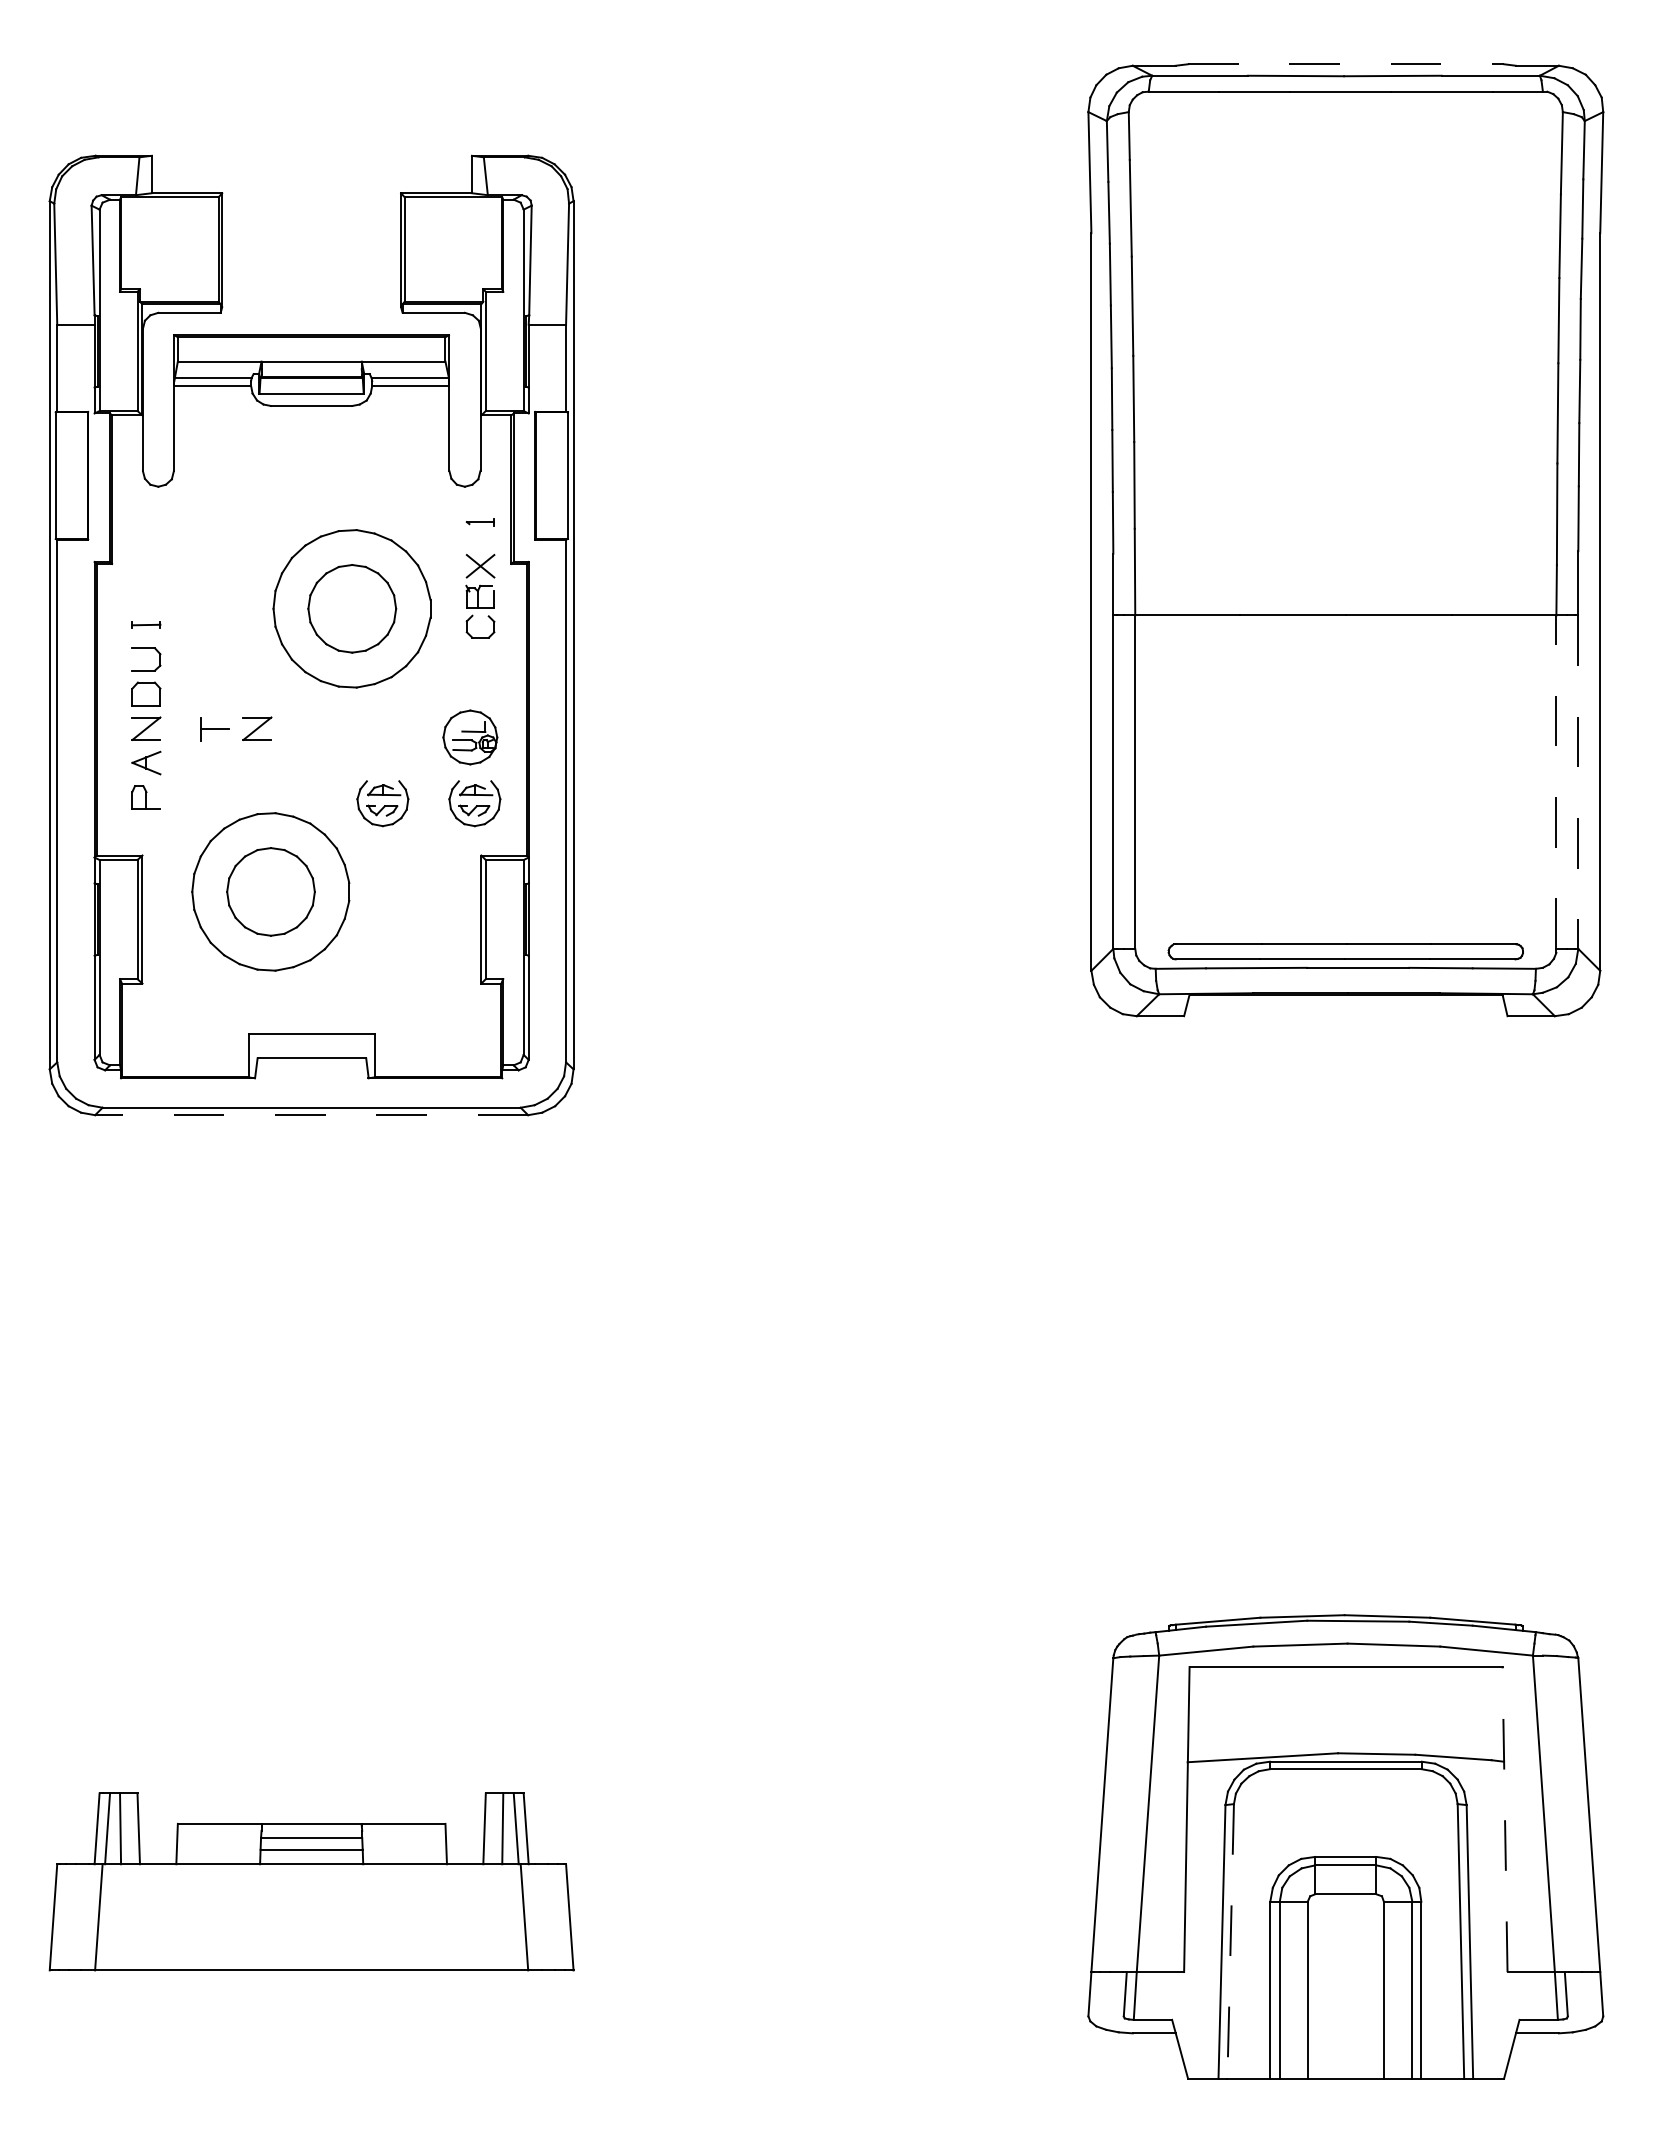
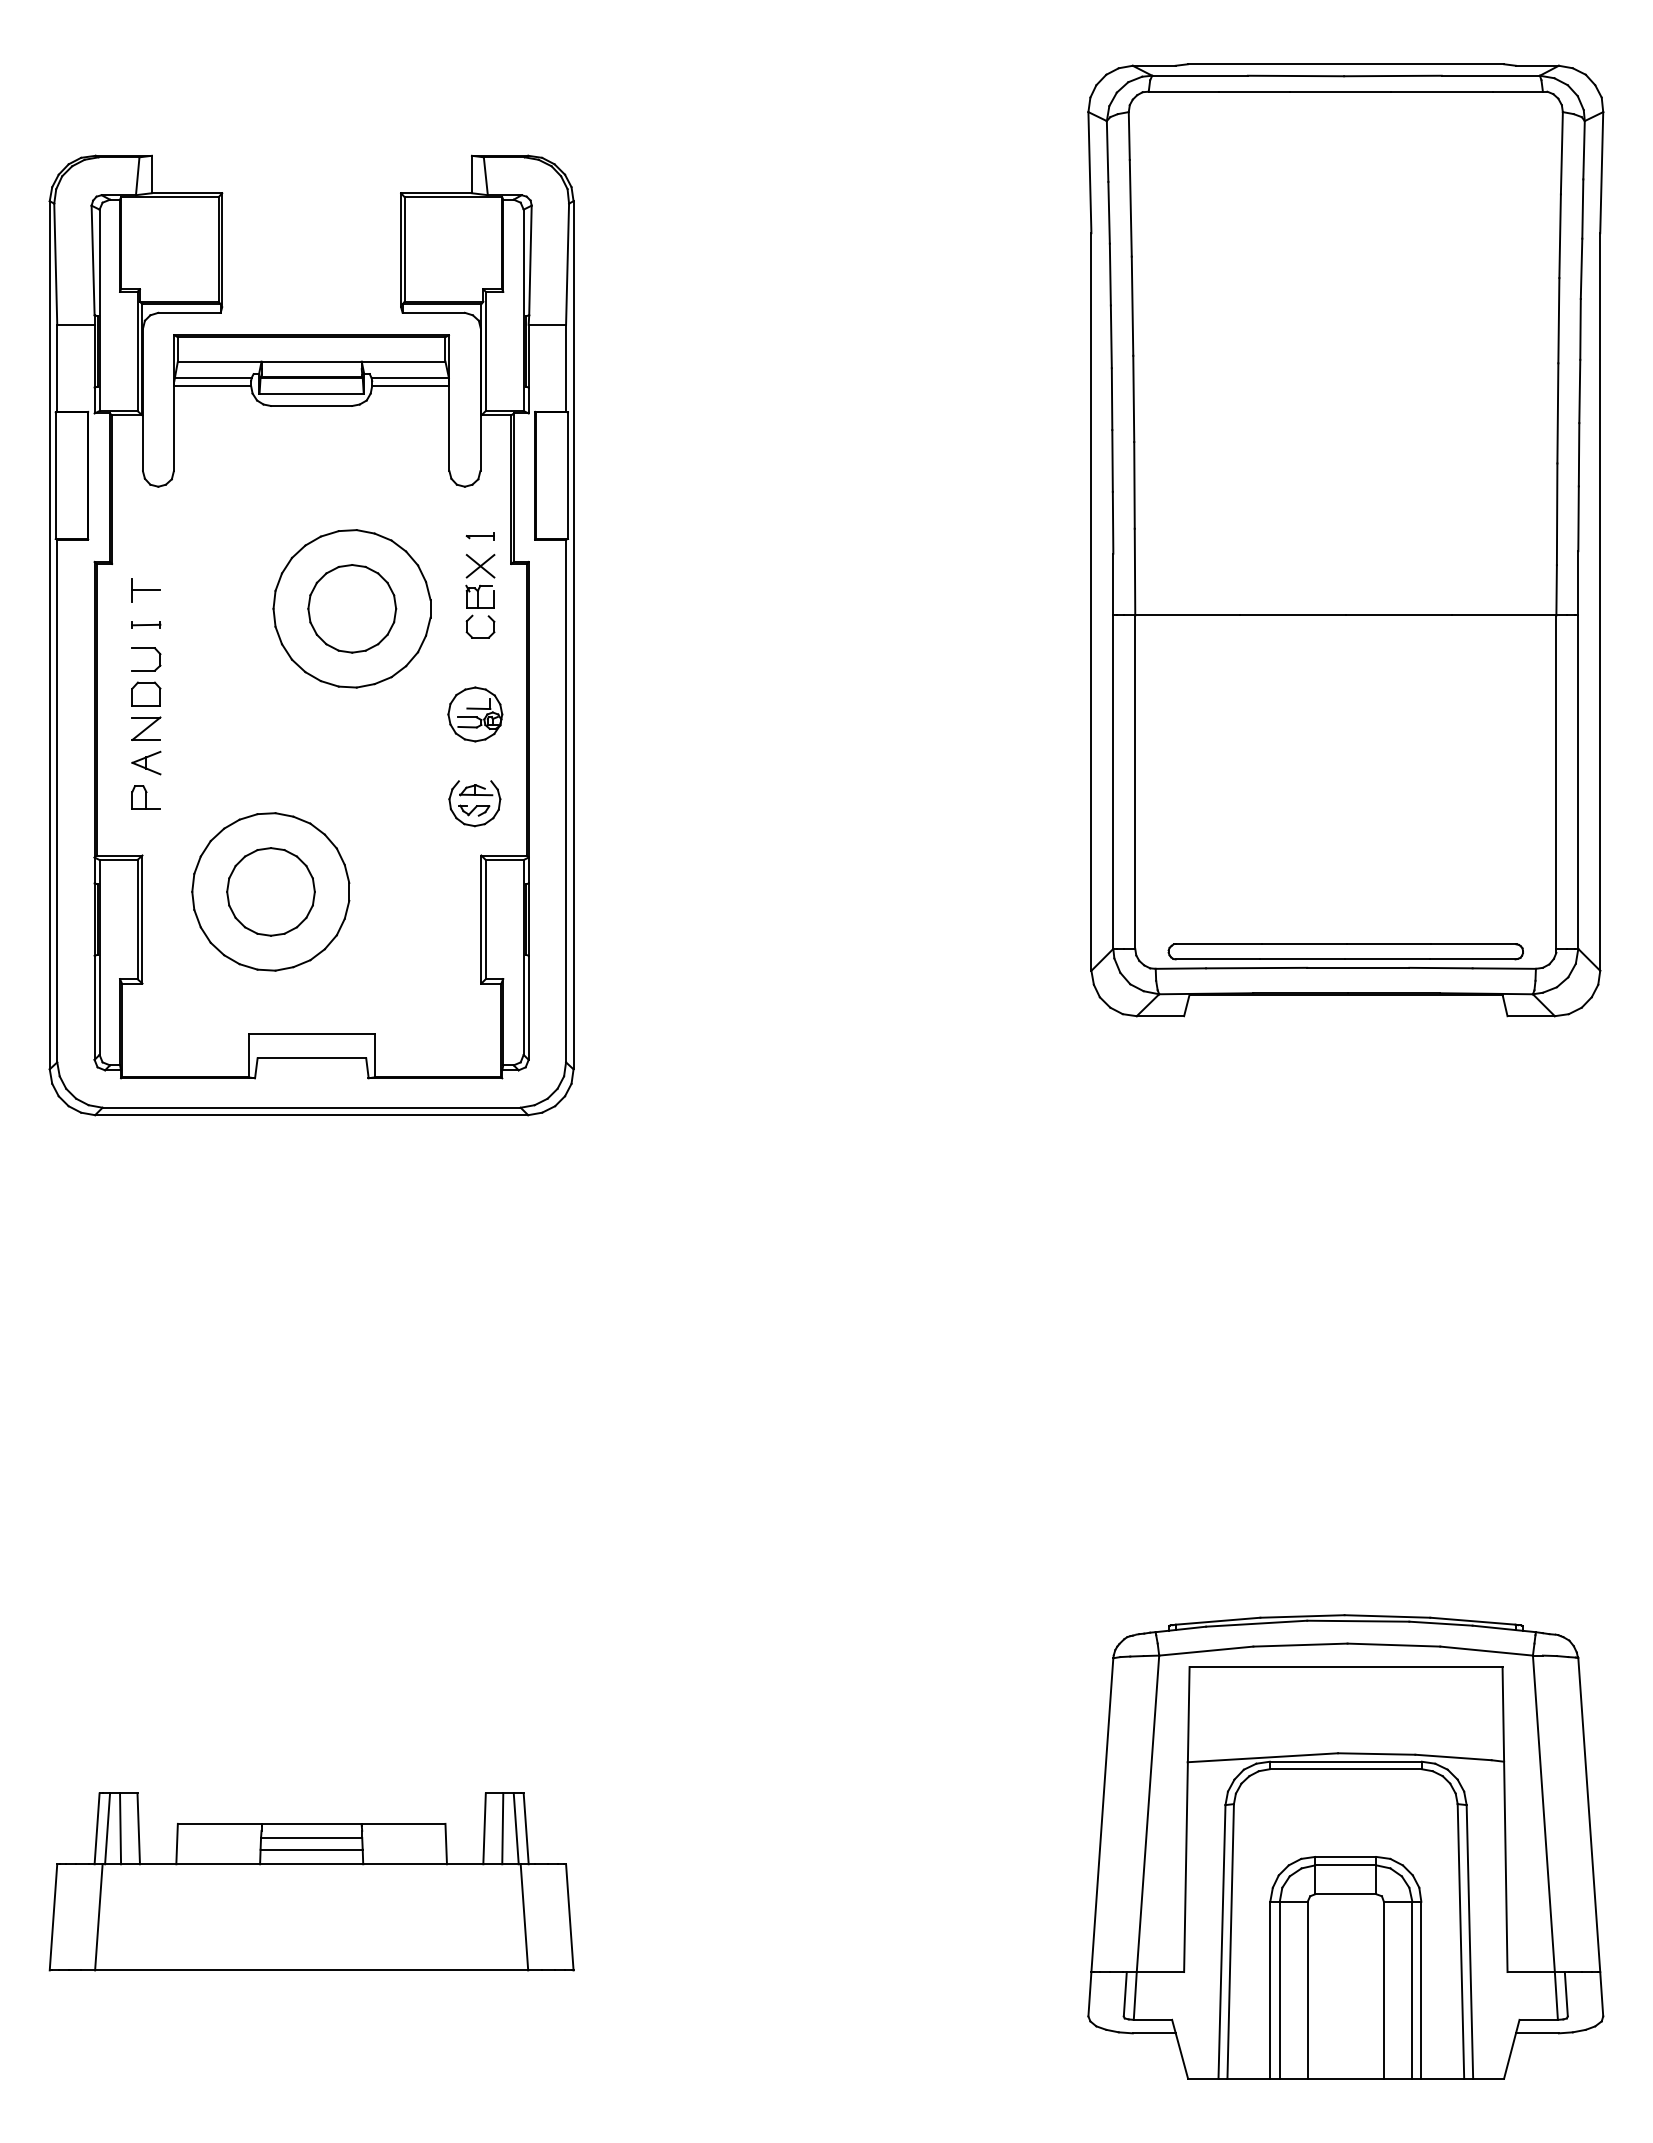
line at (1346, 64): dashed -> solid
part at (479, 522) position: (479, 522) -> (479, 536)
part at (257, 728): present -> none
part at (214, 729) position: (214, 729) -> (145, 590)
part at (470, 737) position: (470, 737) -> (475, 714)
line at (1556, 782): dashed -> solid
line at (1578, 782): dashed -> solid
part at (382, 803): present -> none
line at (311, 1115): dashed -> solid
line at (1505, 1819): dashed -> solid
line at (1230, 1941): dashed -> solid
